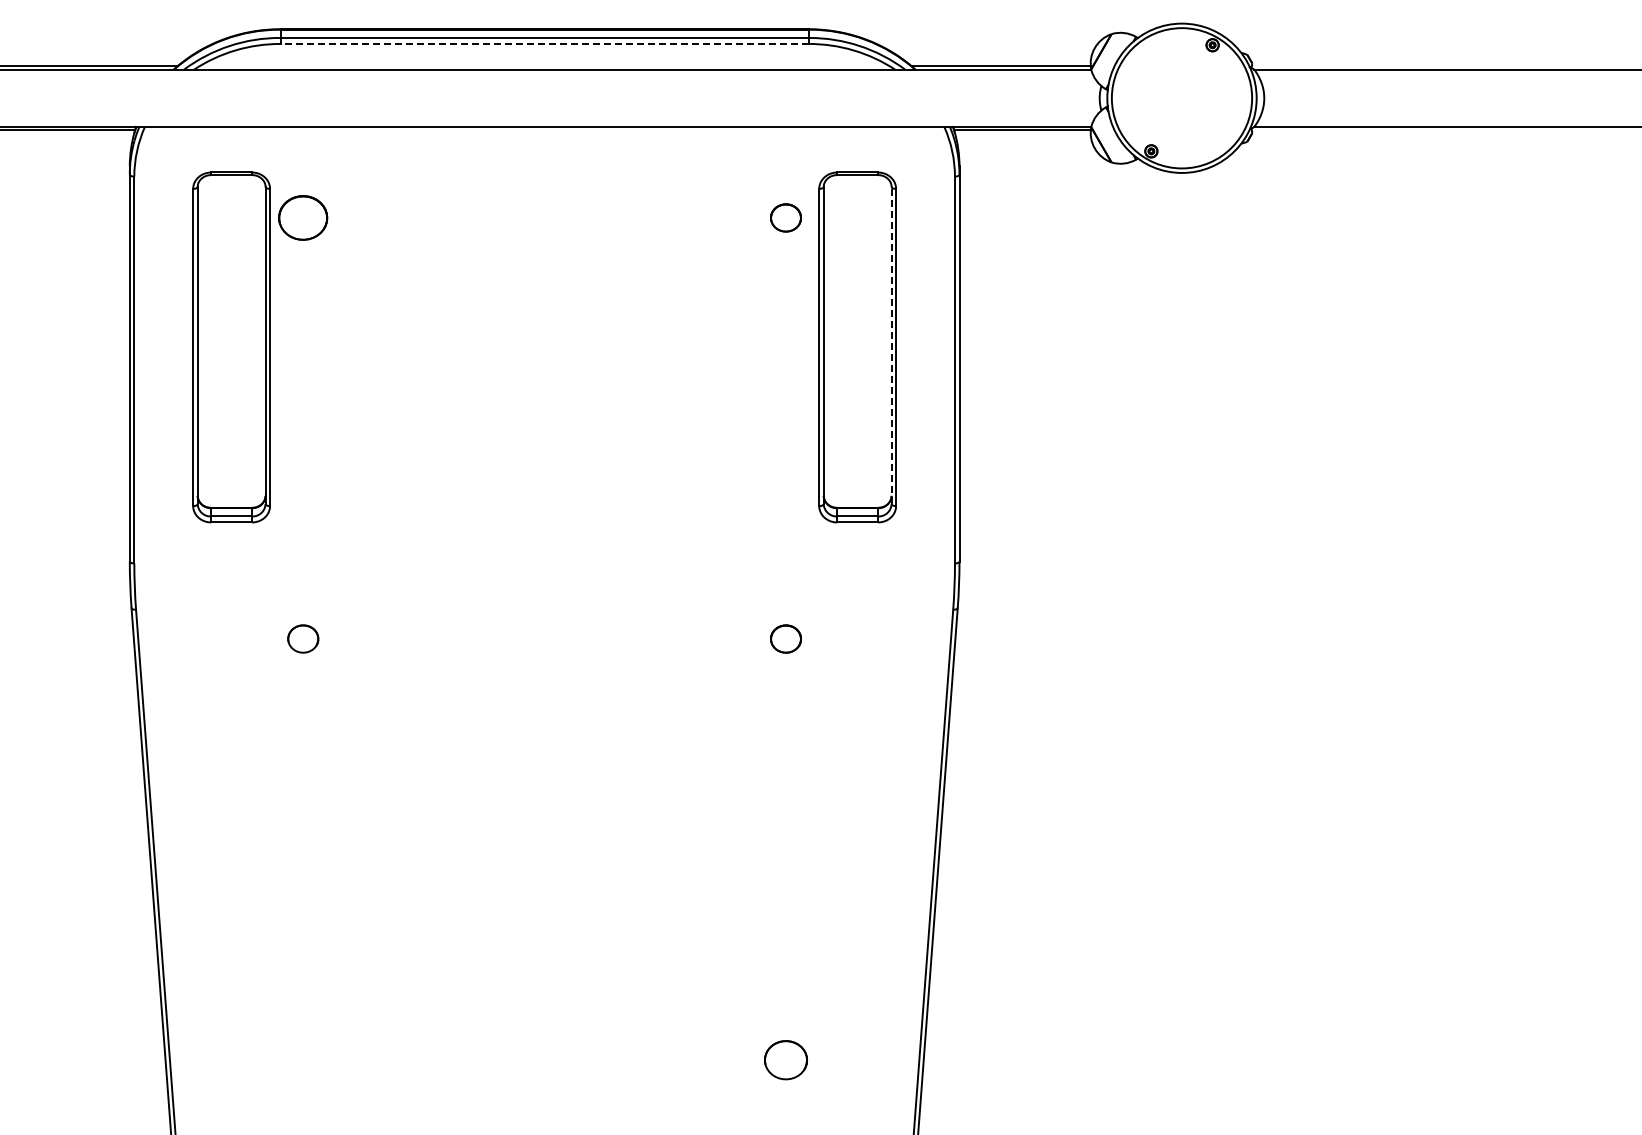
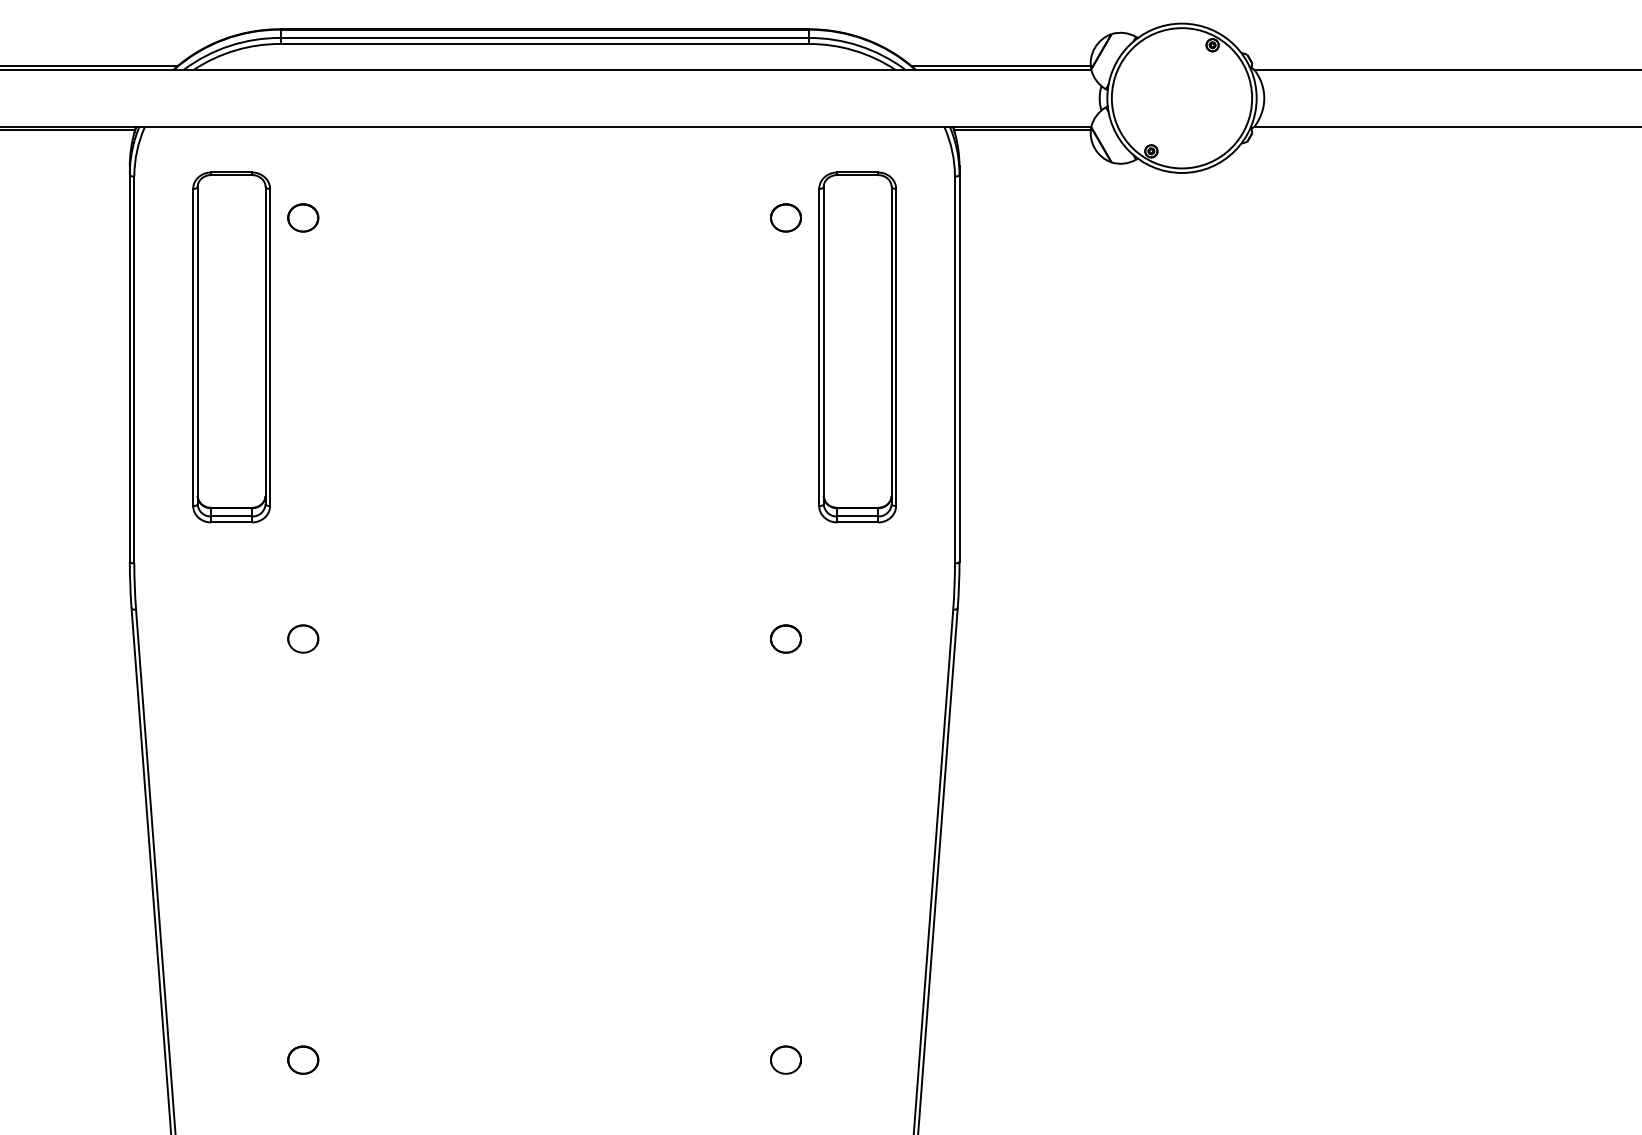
line at (544, 43): dashed -> solid
part at (303, 217) size: 51x46 px -> 33x30 px
line at (891, 345): dashed -> solid
part at (303, 1059): none -> present
part at (785, 1060) size: 44x41 px -> 32x30 px
